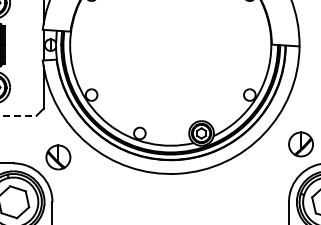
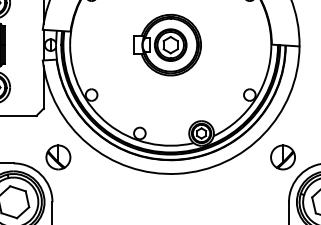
part at (167, 44): none -> present
line at (18, 115): dashed -> solid
part at (300, 144) position: (300, 144) -> (282, 157)
